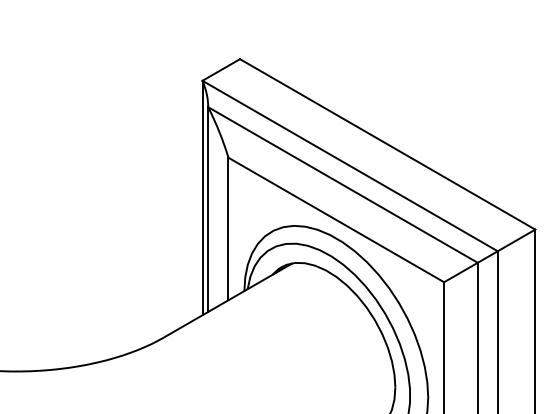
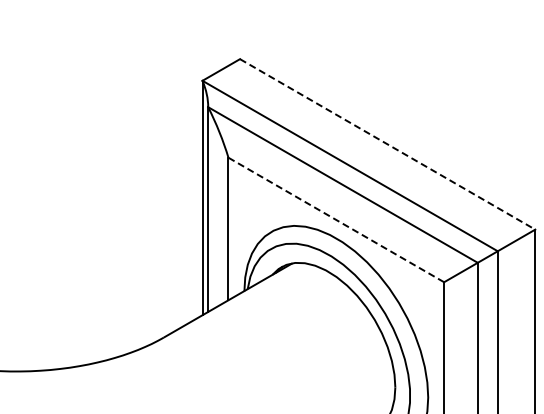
line at (388, 144): solid -> dashed
line at (336, 219): solid -> dashed
